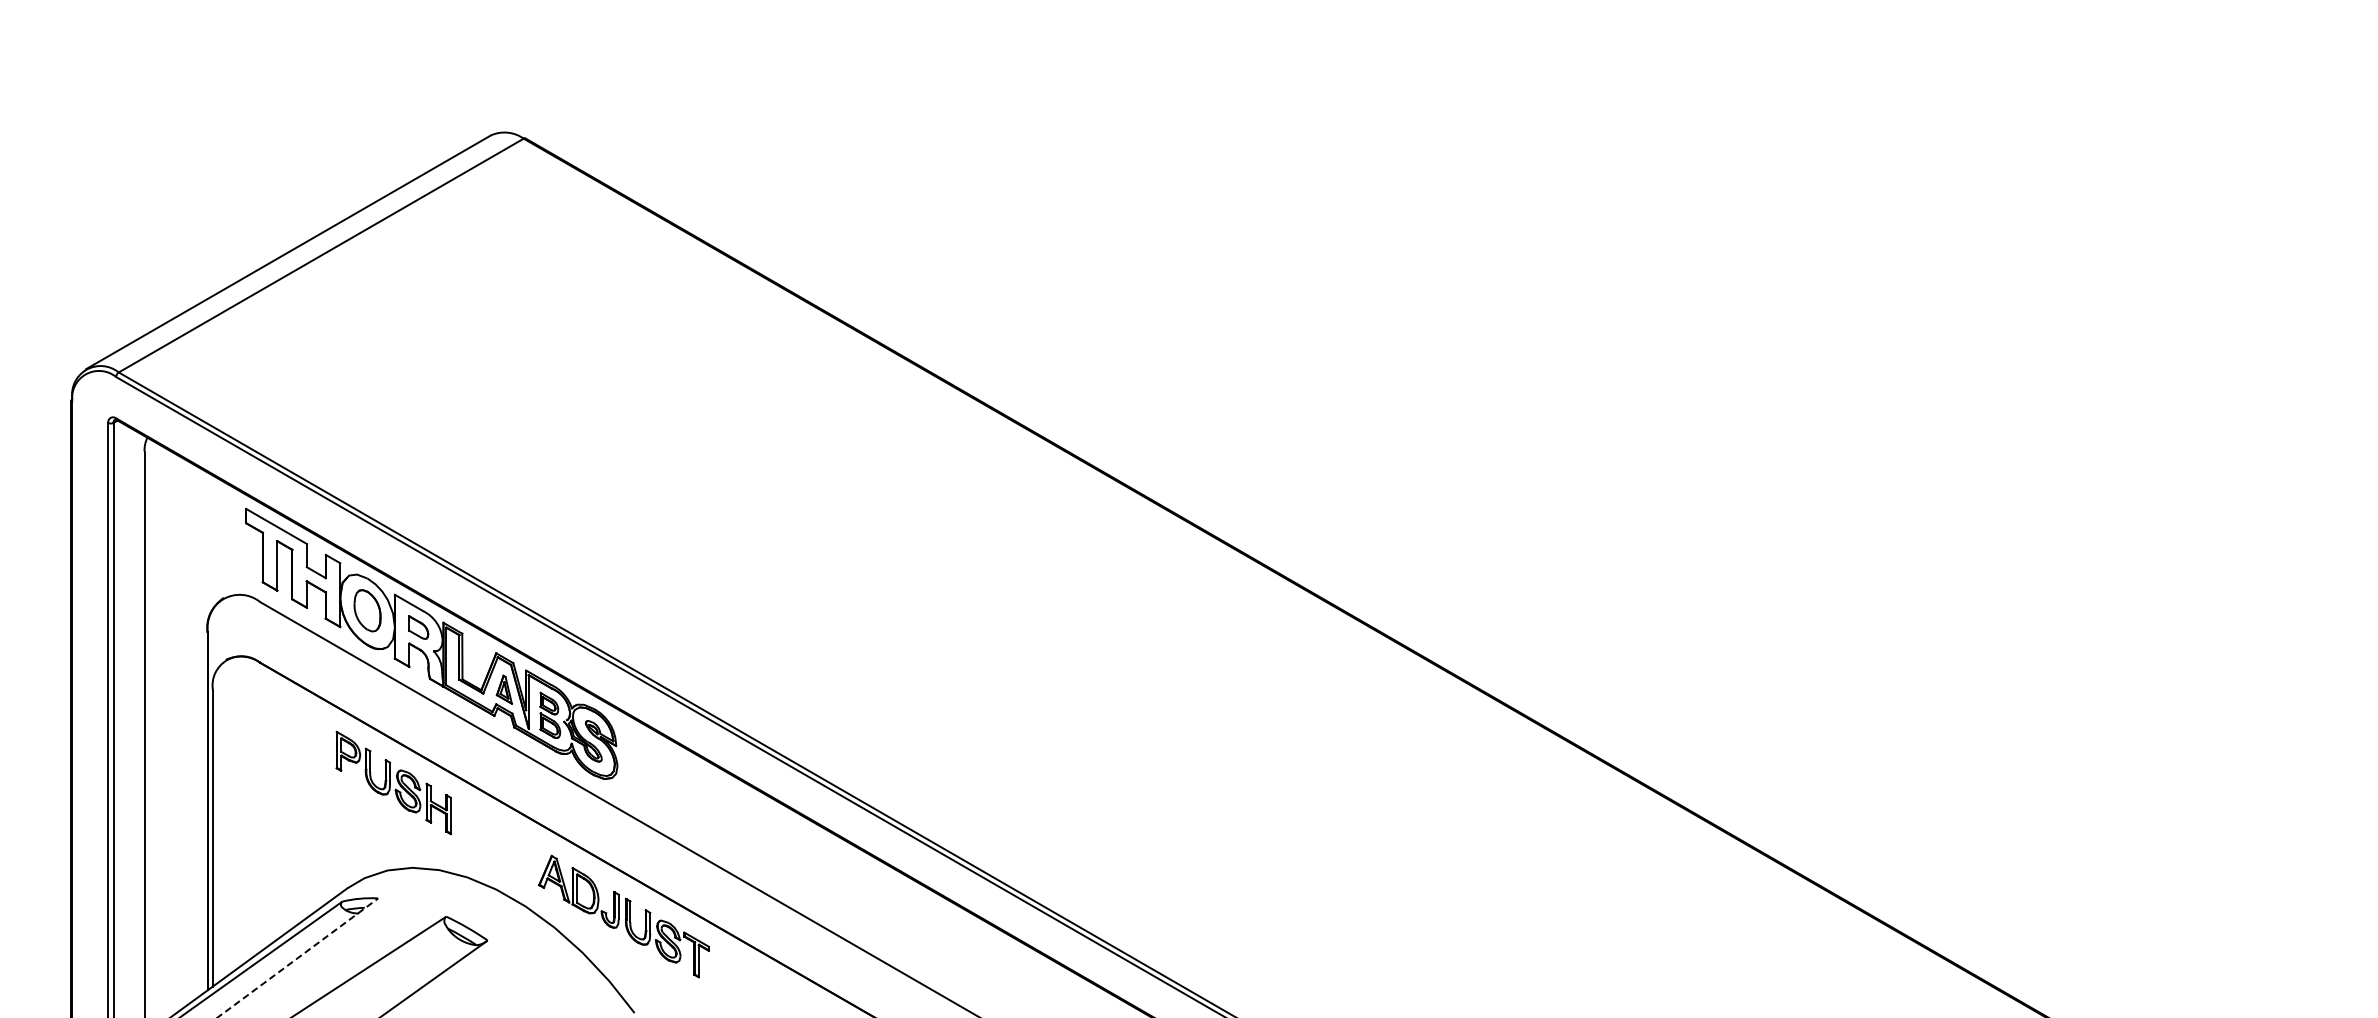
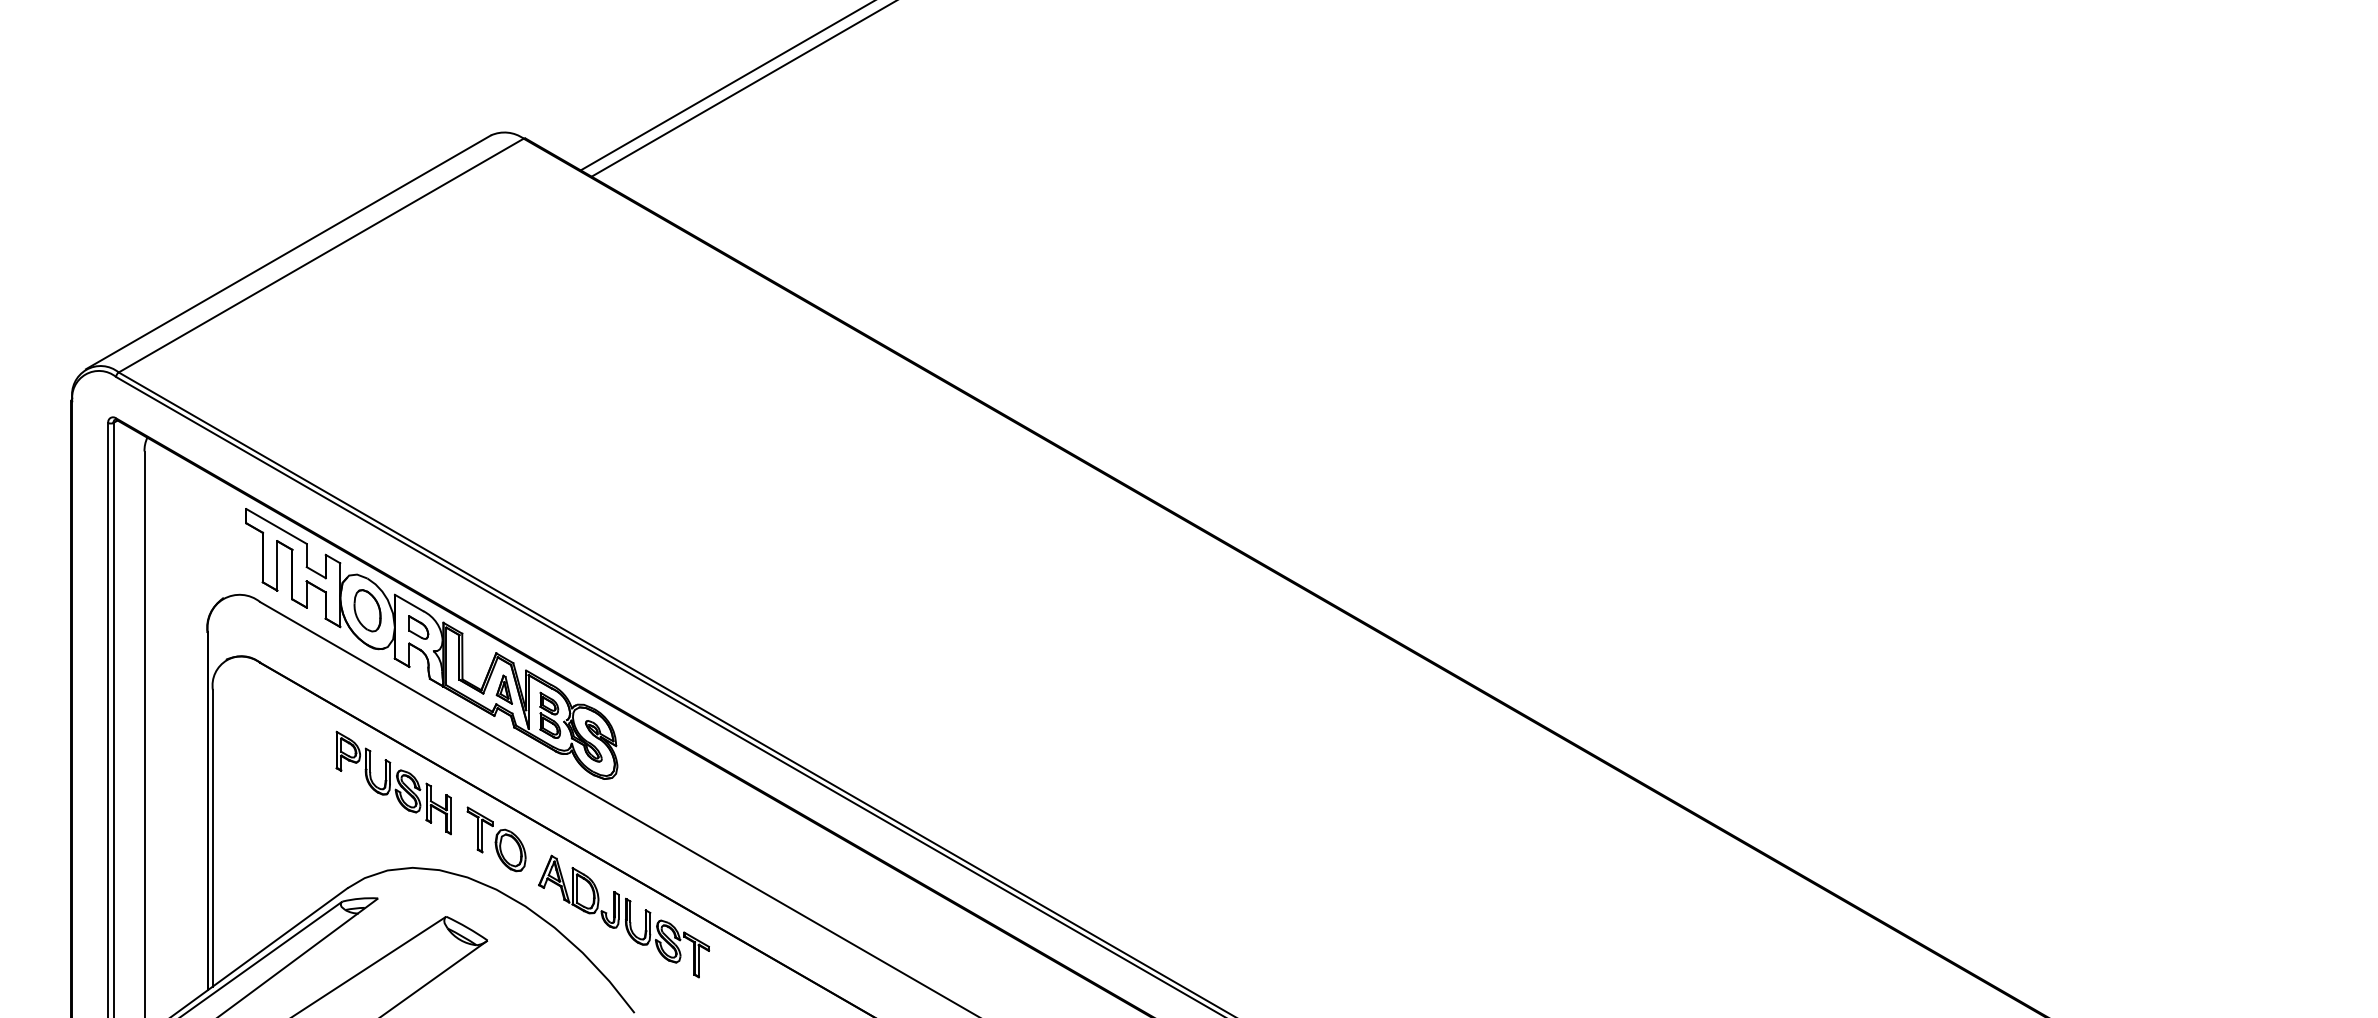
line at (725, 86): none -> present
line at (742, 89): none -> present
part at (496, 839): none -> present
line at (298, 957): dashed -> solid
